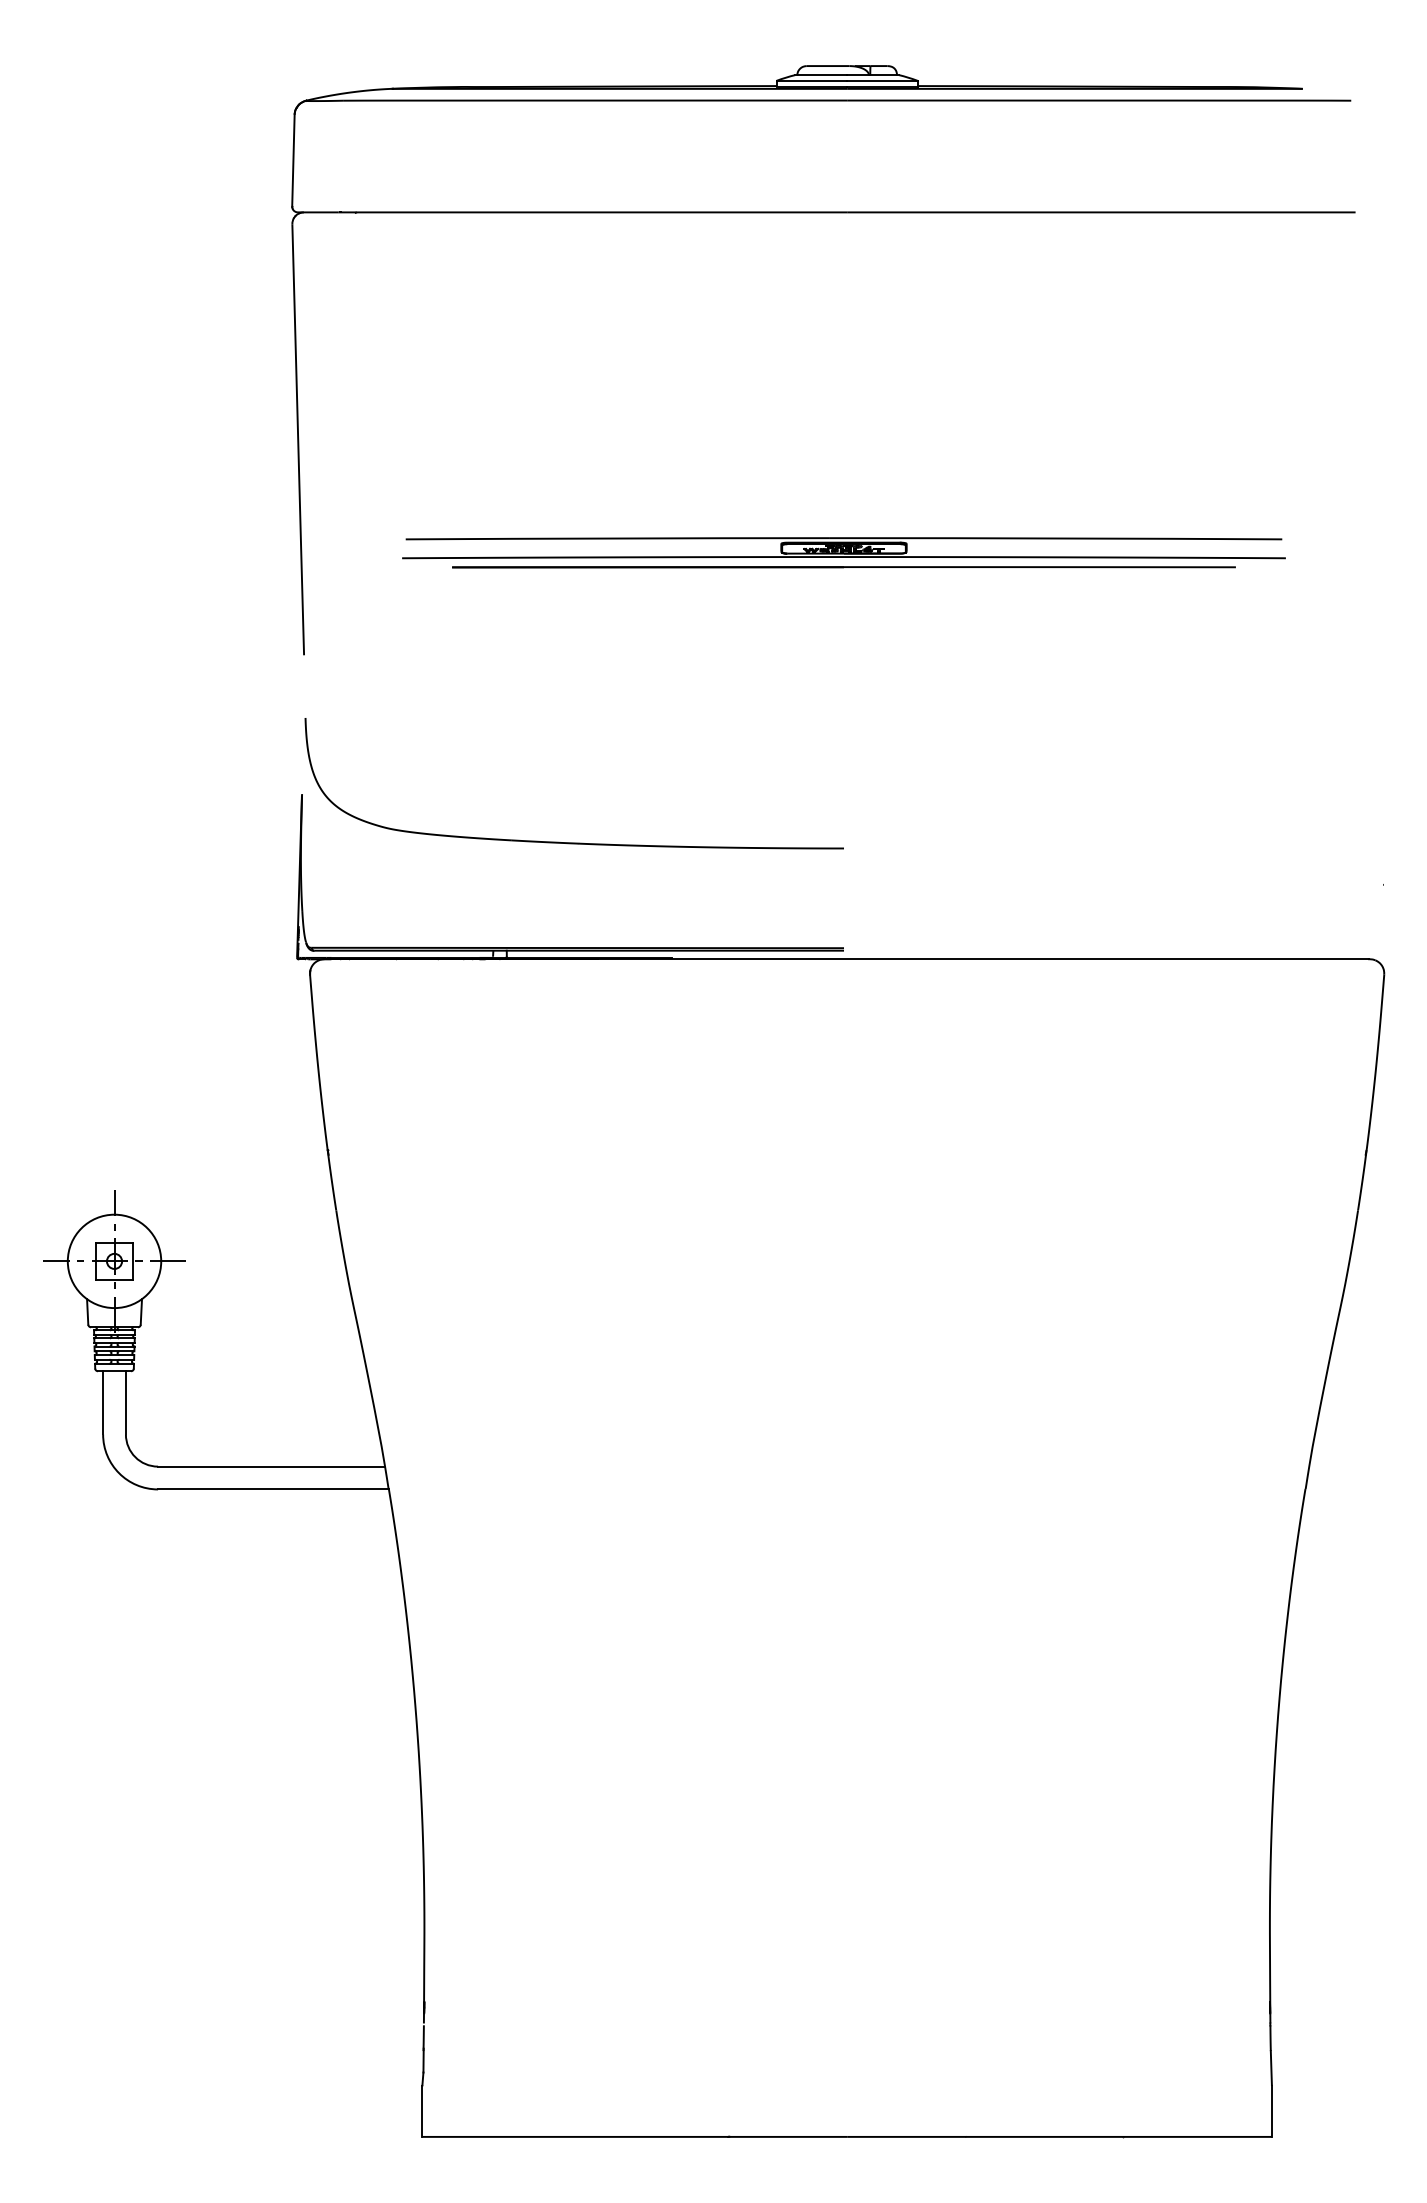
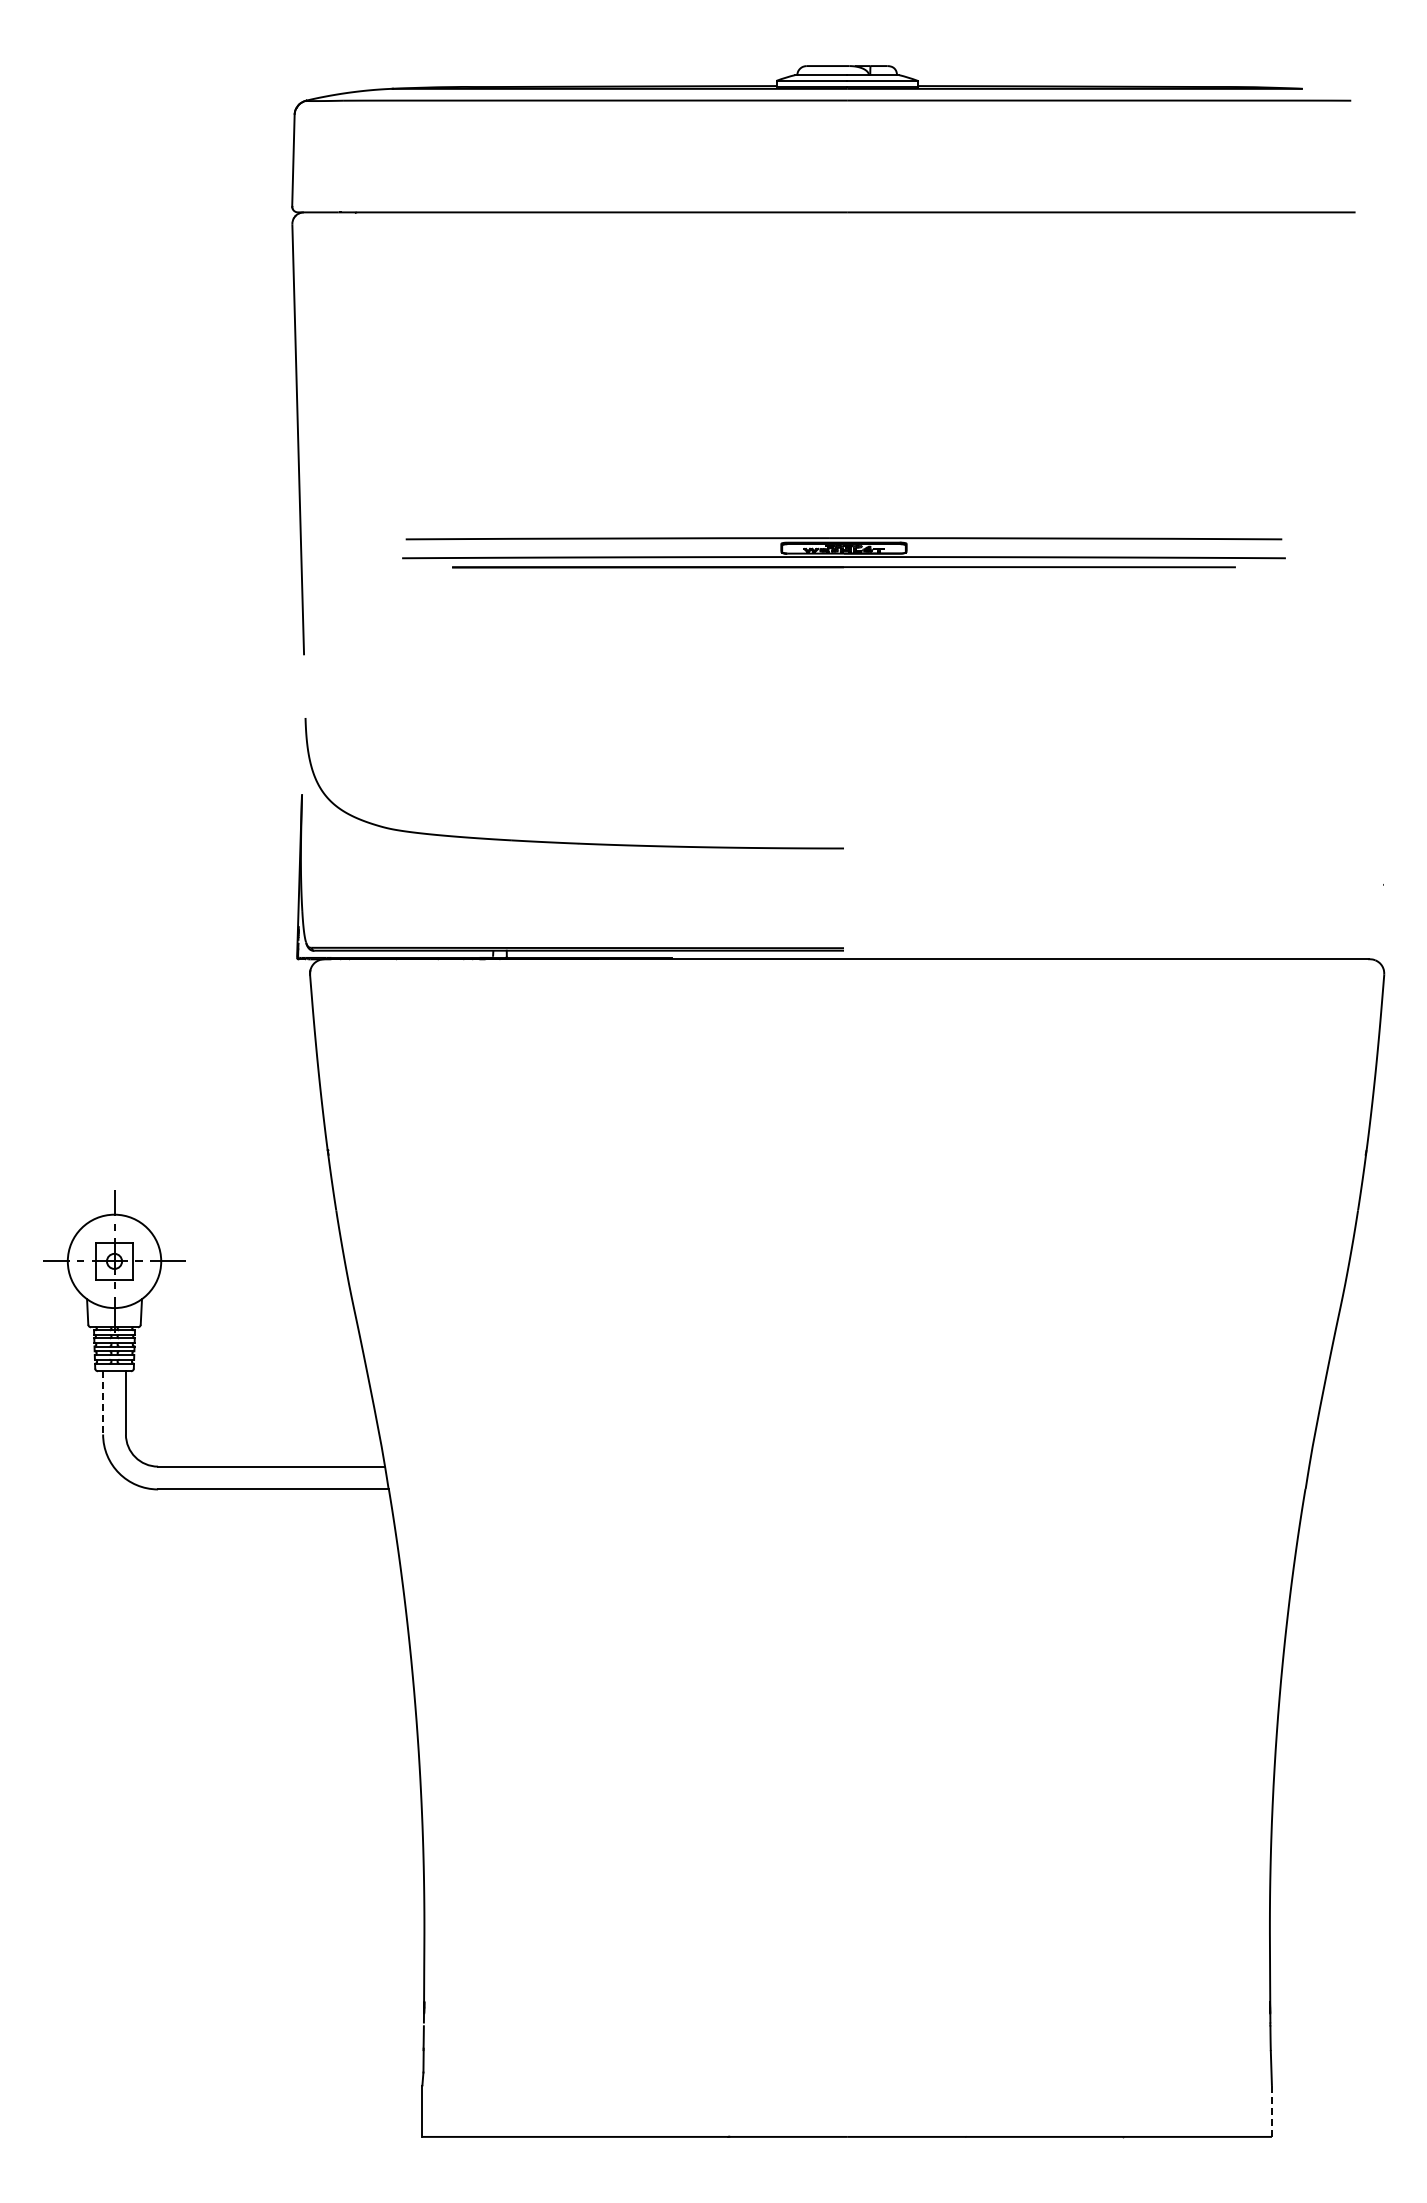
line at (103, 1402): solid -> dashed
line at (1271, 2111): solid -> dashed
